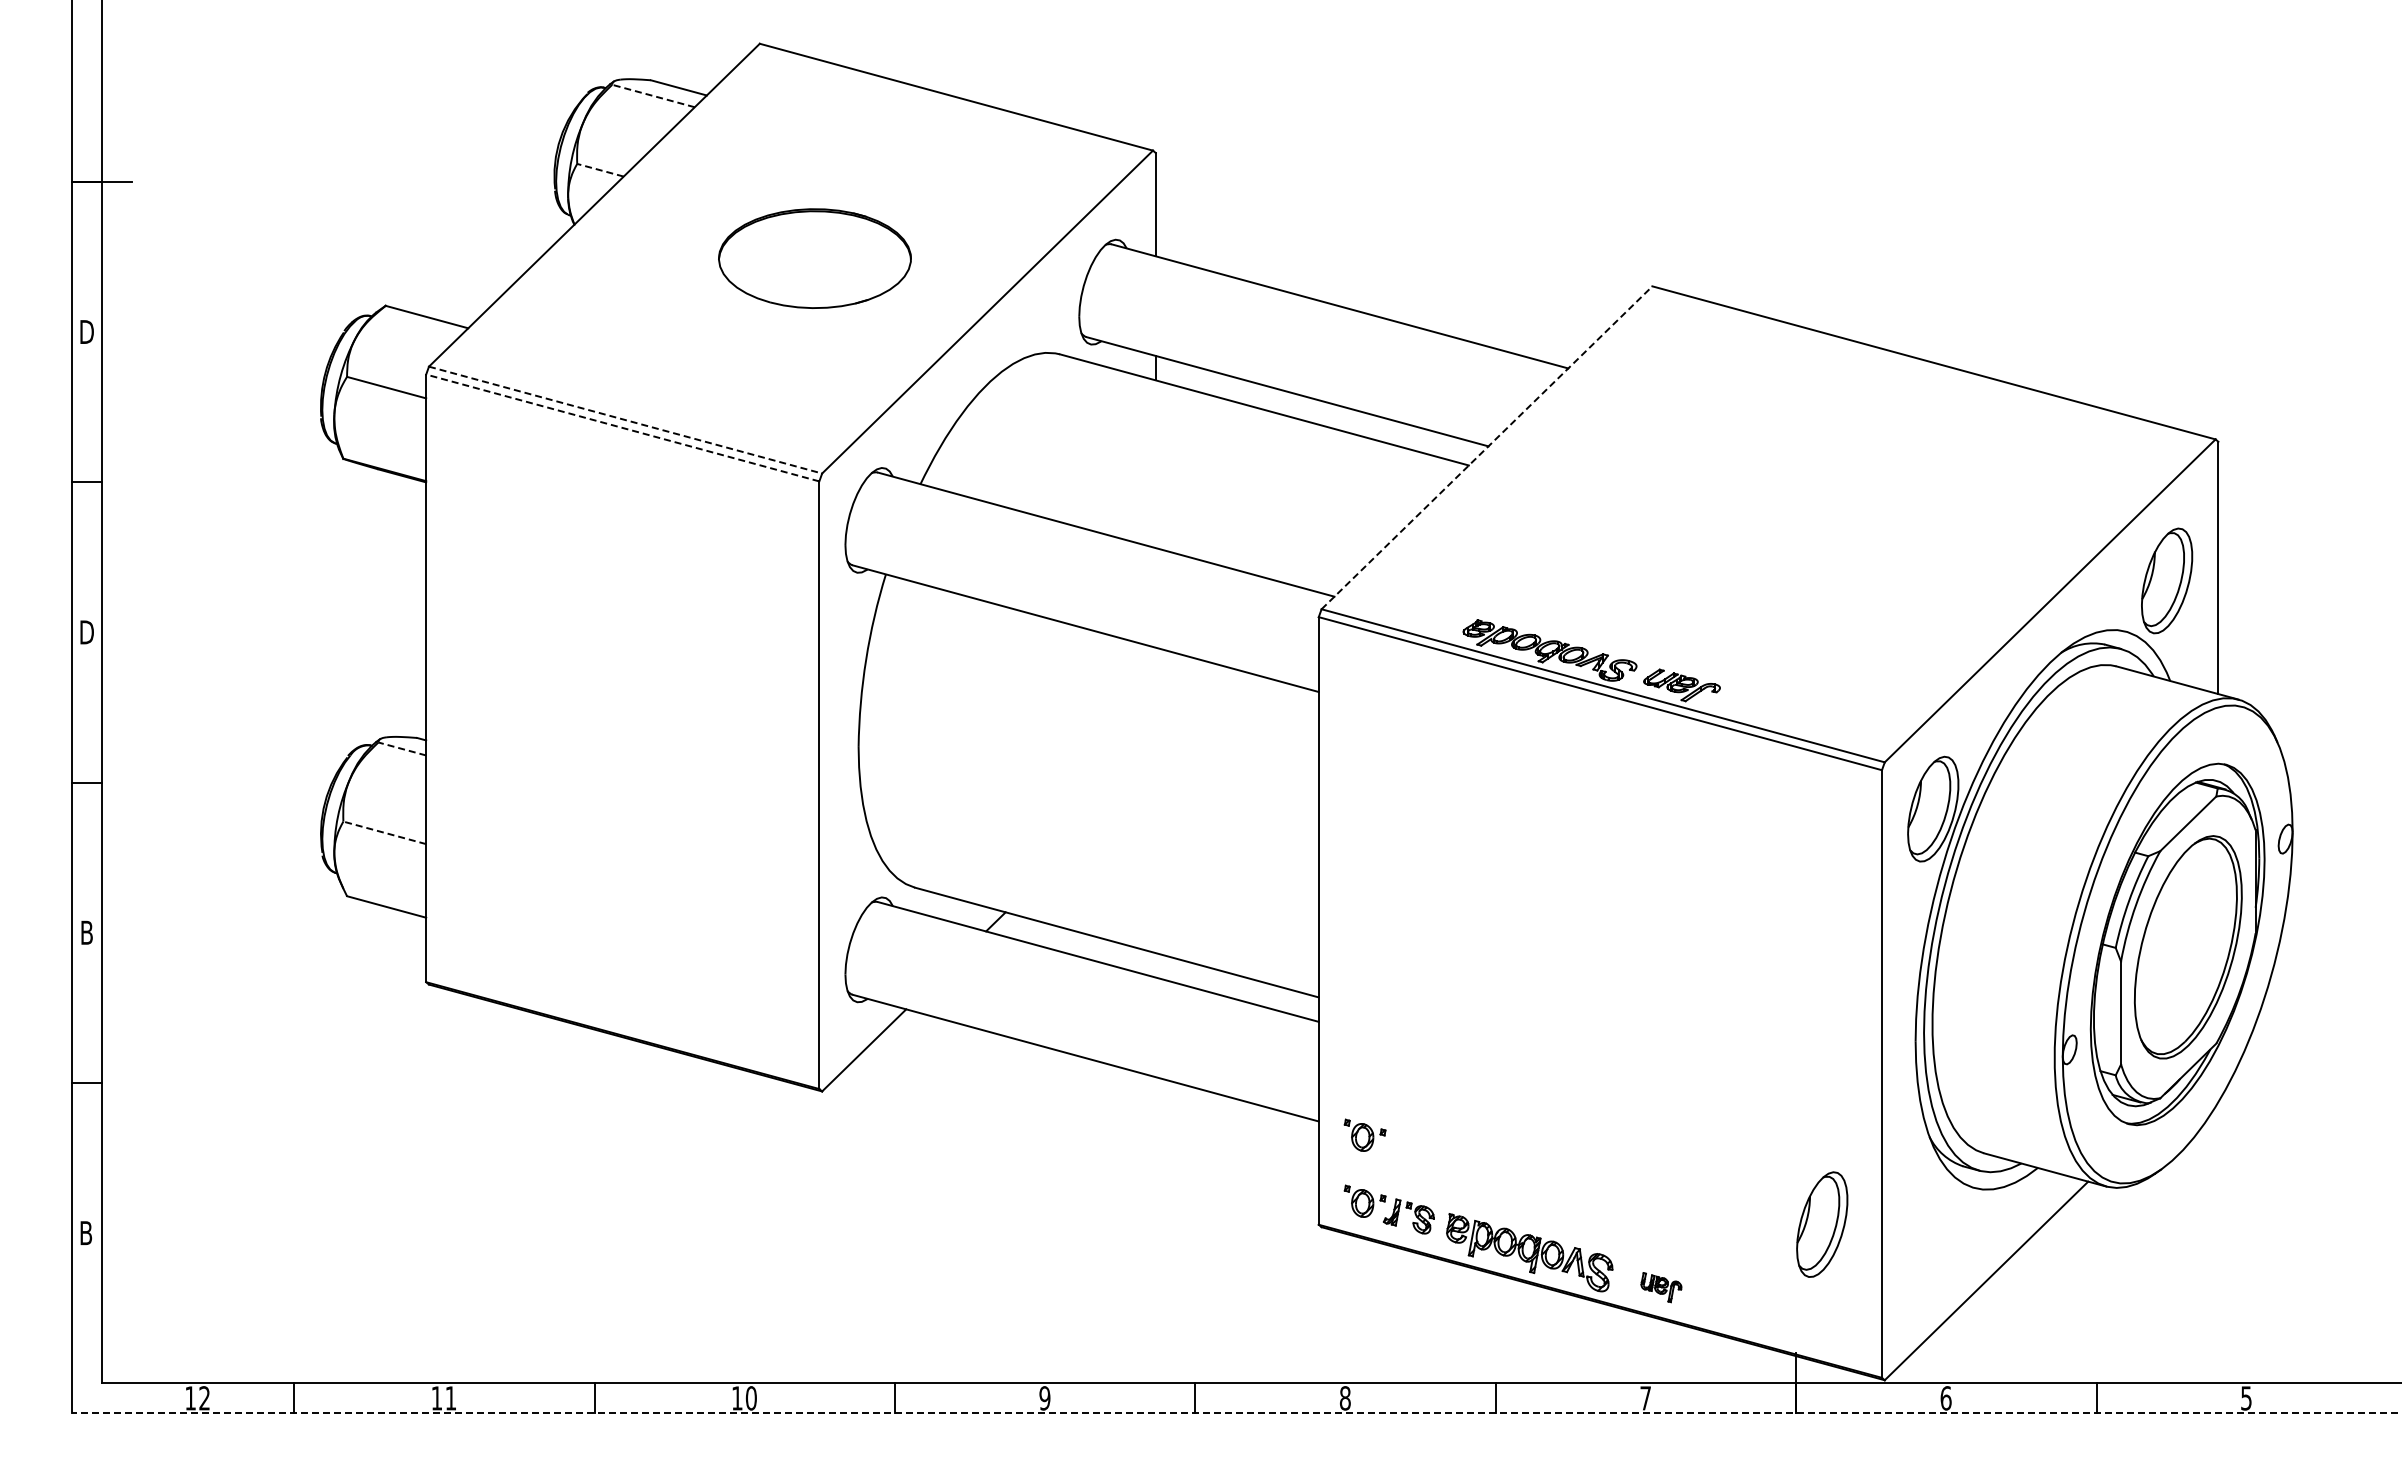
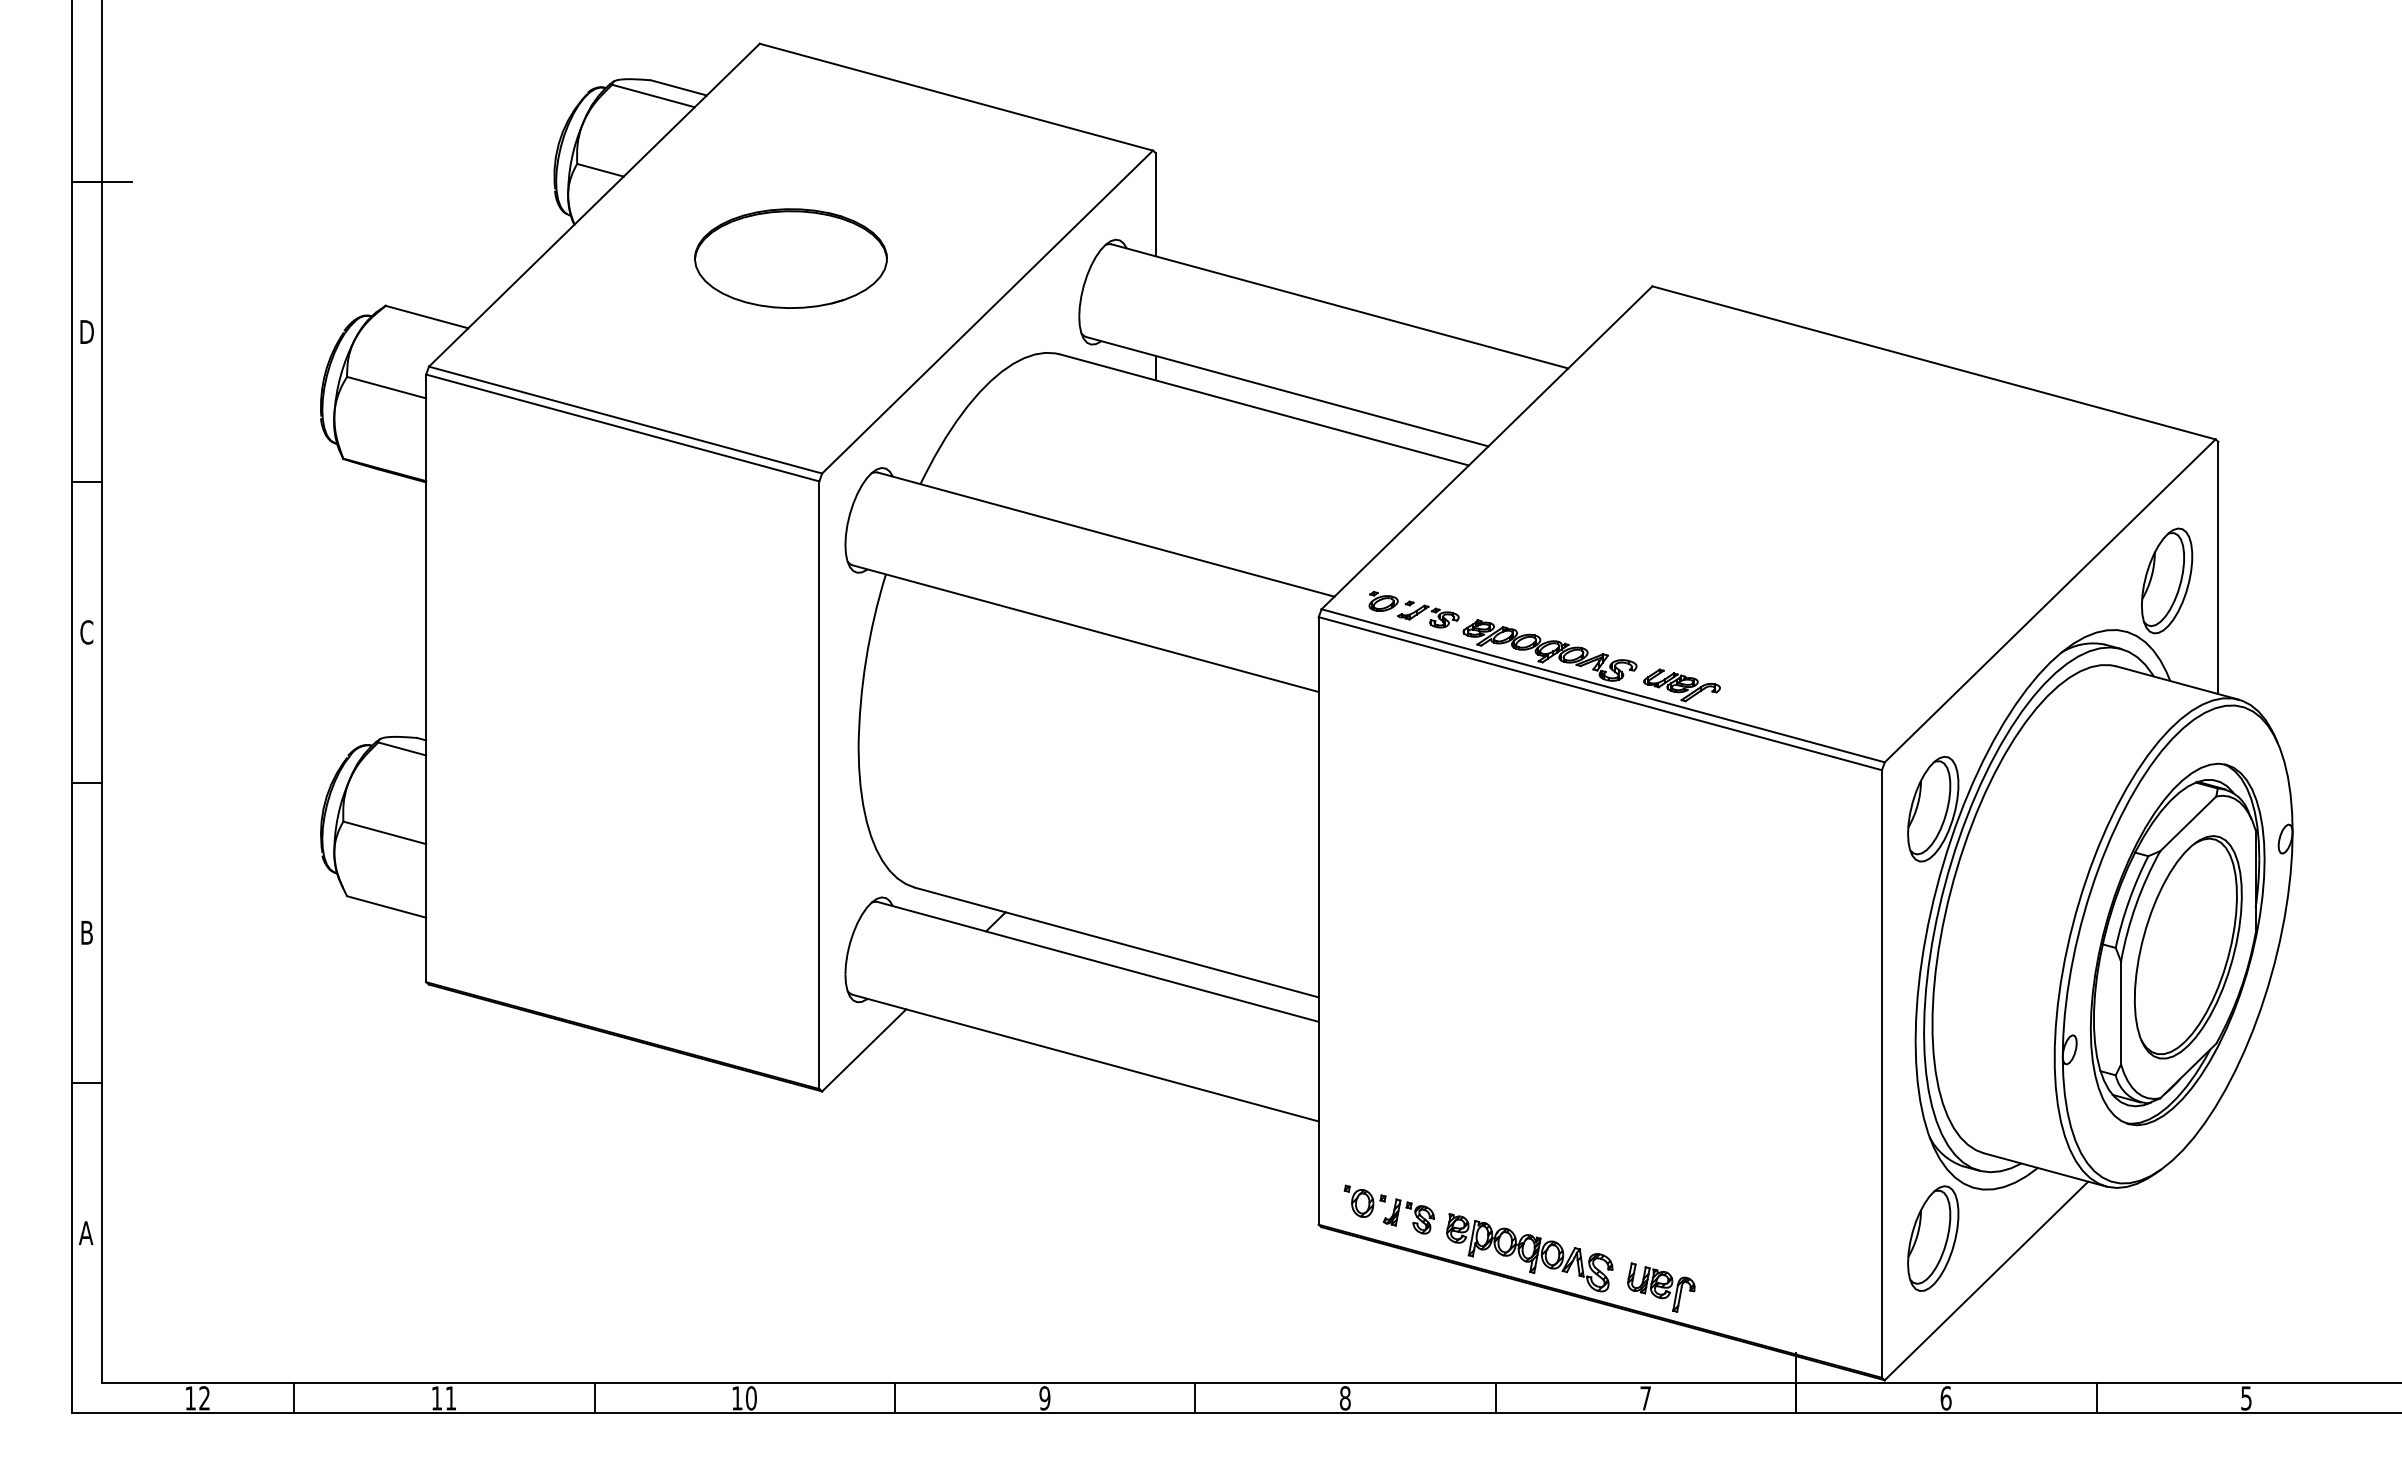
line at (653, 96): dashed -> solid
line at (600, 170): dashed -> solid
part at (814, 258) position: (814, 258) -> (790, 258)
line at (625, 420): dashed -> solid
line at (622, 427): dashed -> solid
line at (1487, 447): dashed -> solid
part at (1413, 609): none -> present
text at (86, 632): D -> C
line at (402, 748): dashed -> solid
line at (384, 832): dashed -> solid
part at (1364, 1134): present -> none
part at (1822, 1224) position: (1822, 1224) -> (1933, 1238)
text at (85, 1233): B -> A
part at (1661, 1287) size: 43x32 px -> 69x51 px
line at (1236, 1413): dashed -> solid
